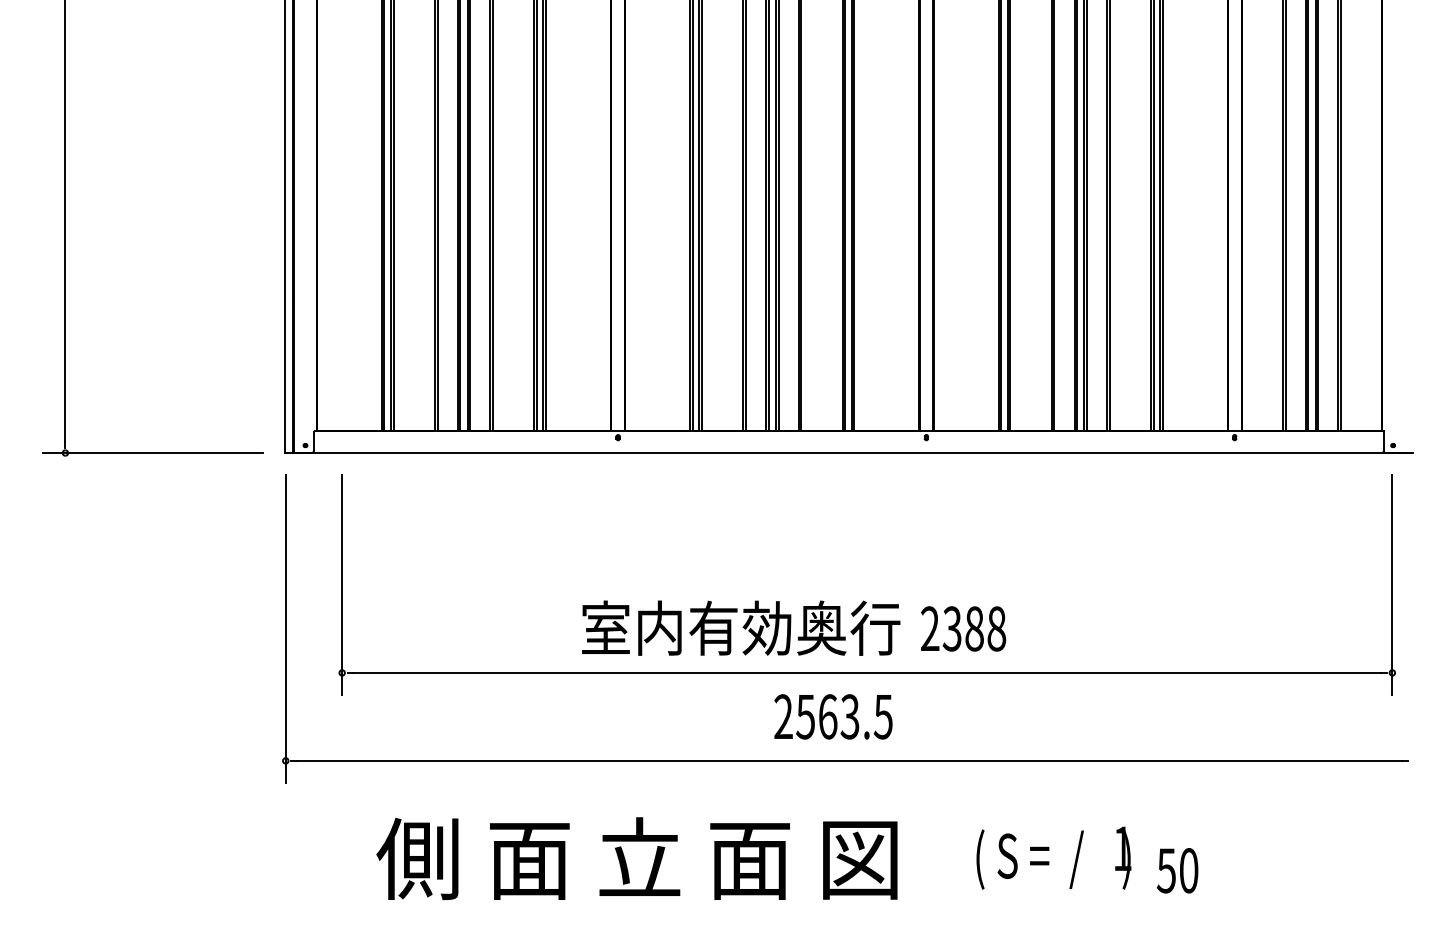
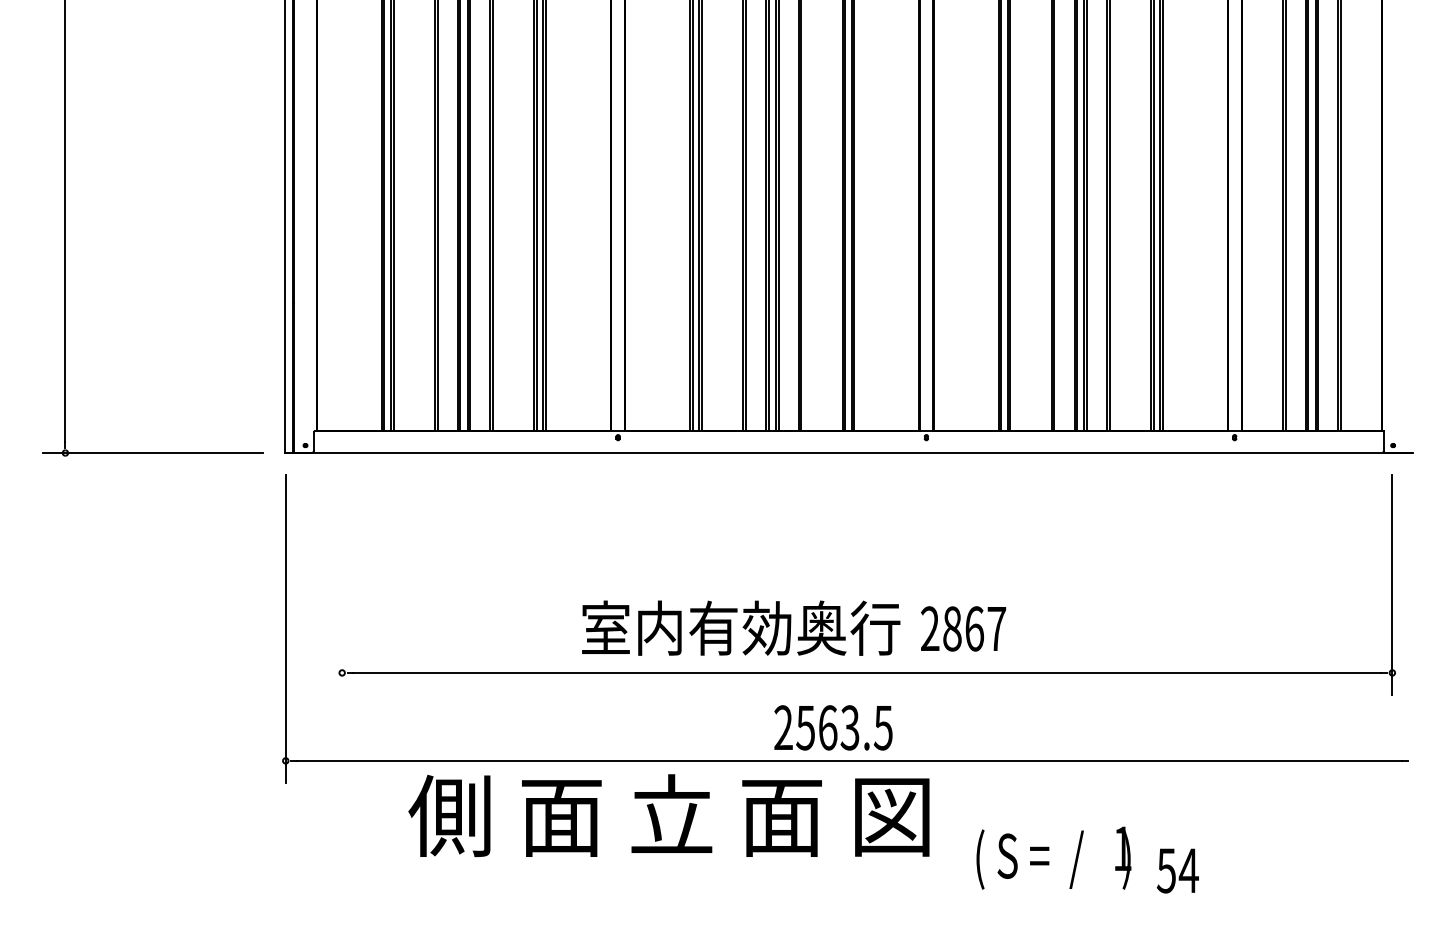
line at (342, 584): present -> none
text at (974, 628): 2388 -> 2867
text at (833, 716) position: (833, 716) -> (833, 727)
text at (636, 858) position: (636, 858) -> (668, 815)
text at (1188, 870): 50 -> 54
